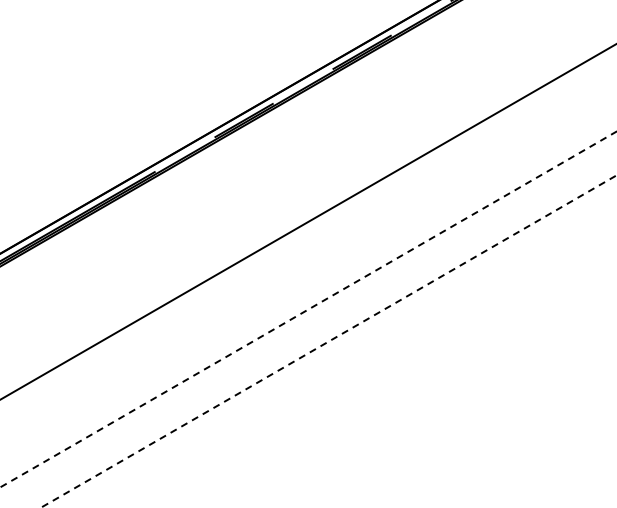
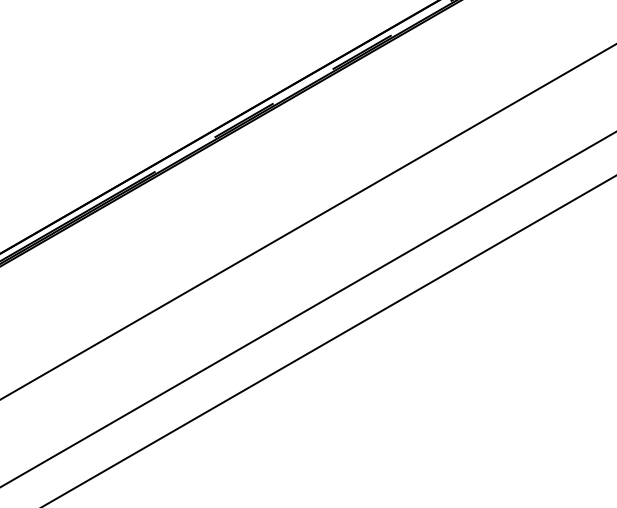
line at (307, 309): dashed -> solid
line at (329, 341): dashed -> solid
